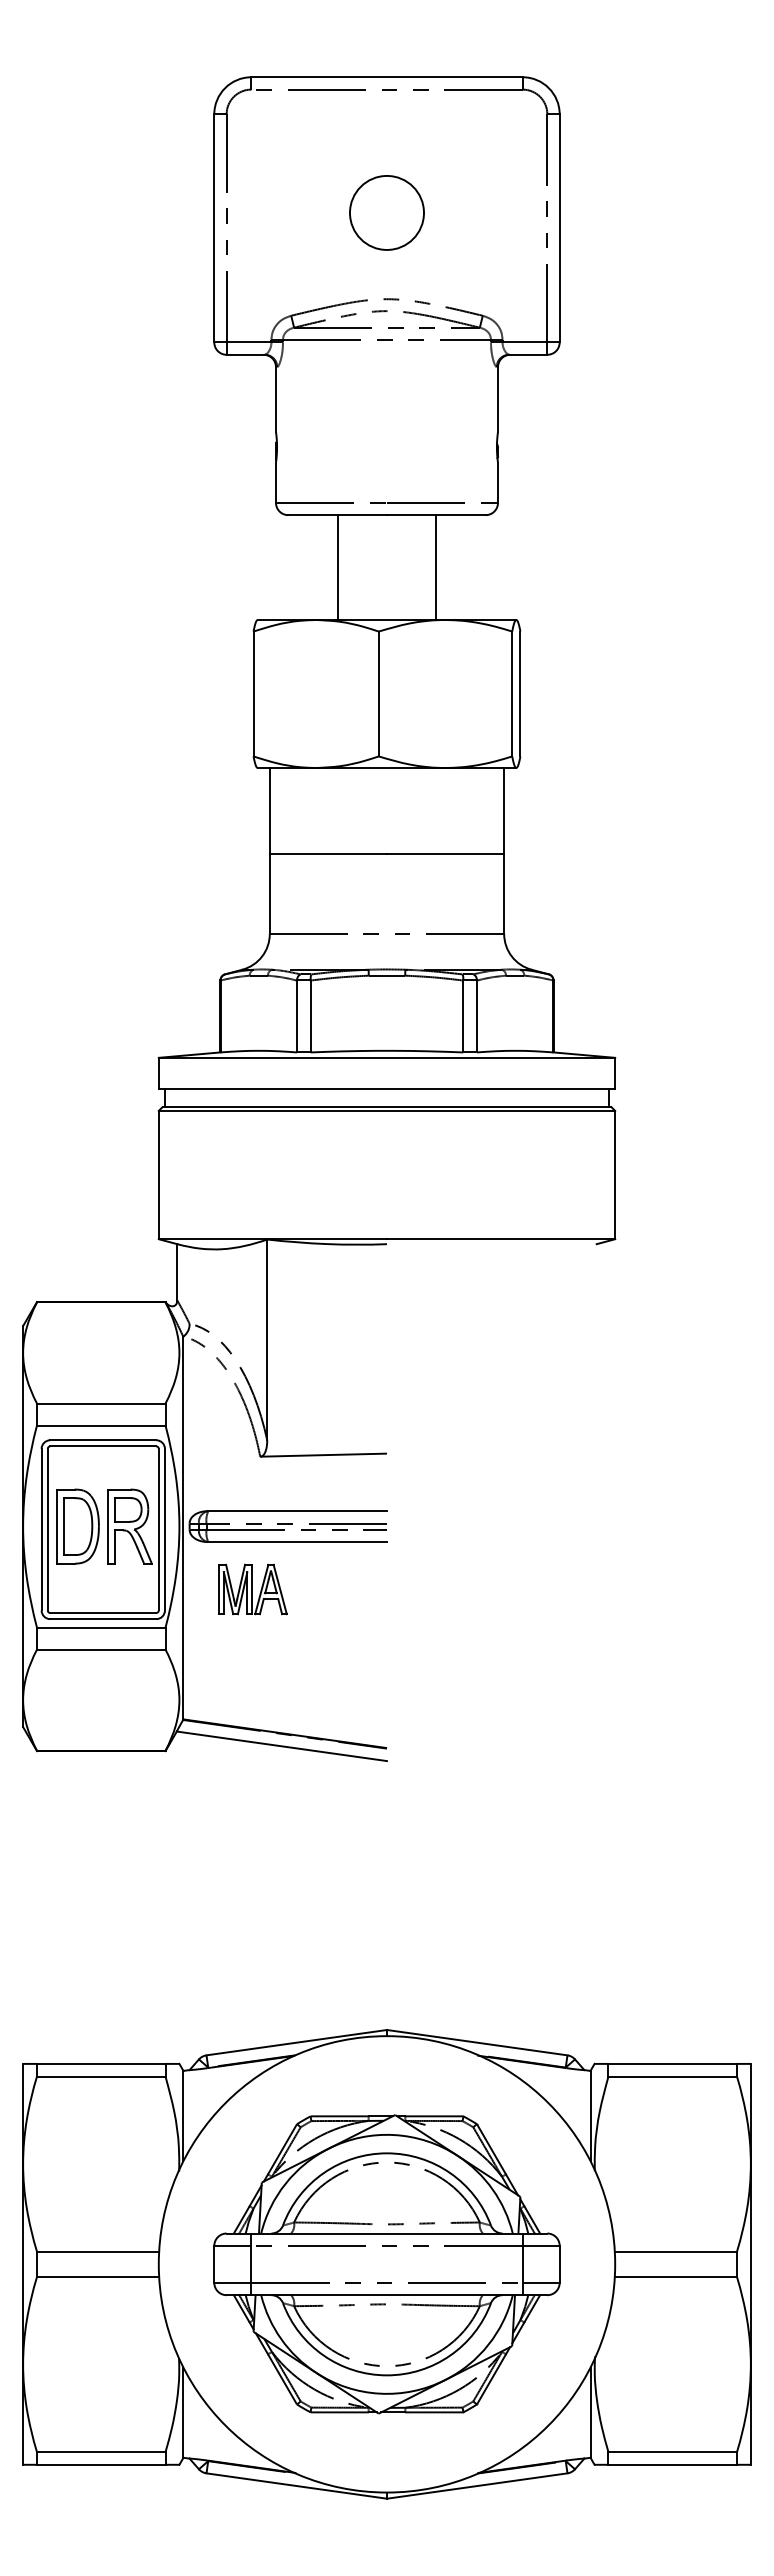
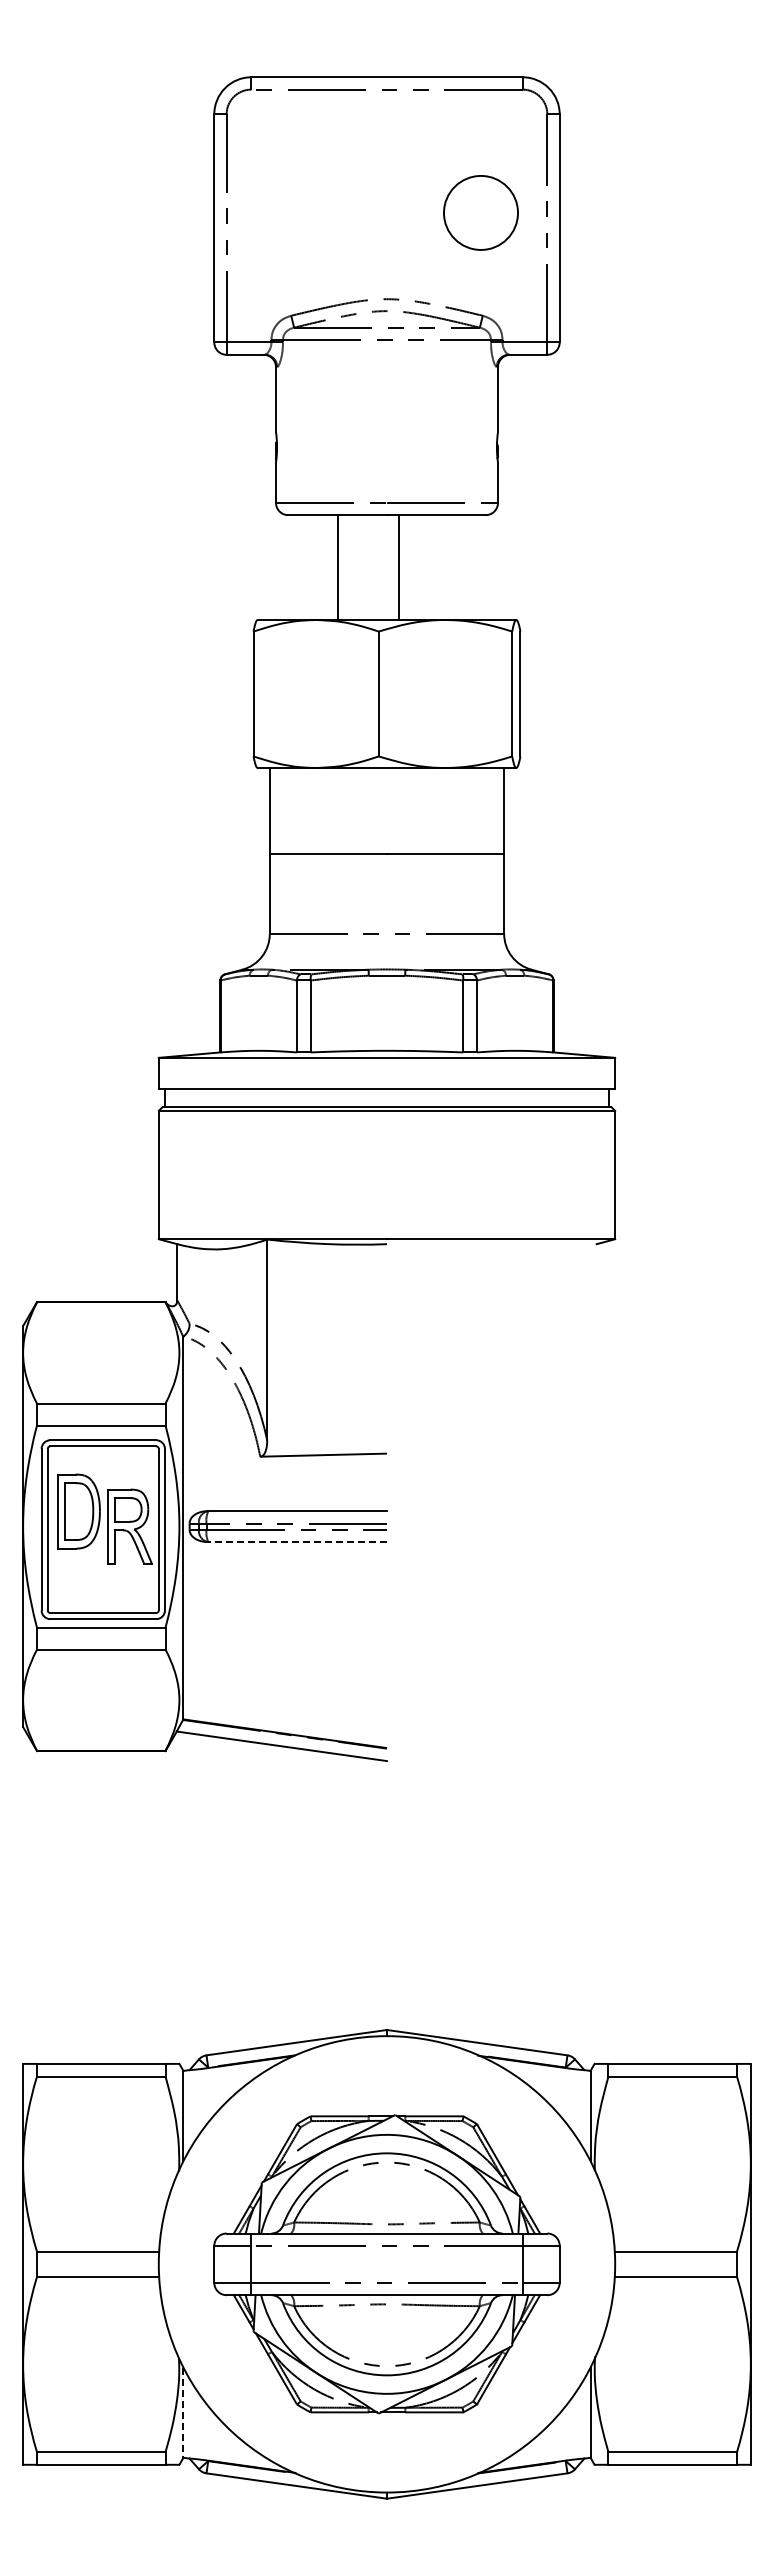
circle at (386, 212) position: (386, 212) -> (480, 212)
line at (436, 567) position: (436, 567) -> (399, 567)
part at (77, 1526) position: (77, 1526) -> (78, 1511)
line at (297, 1542): solid -> dashed
part at (252, 1589): present -> none
line at (183, 2413): solid -> dashed
